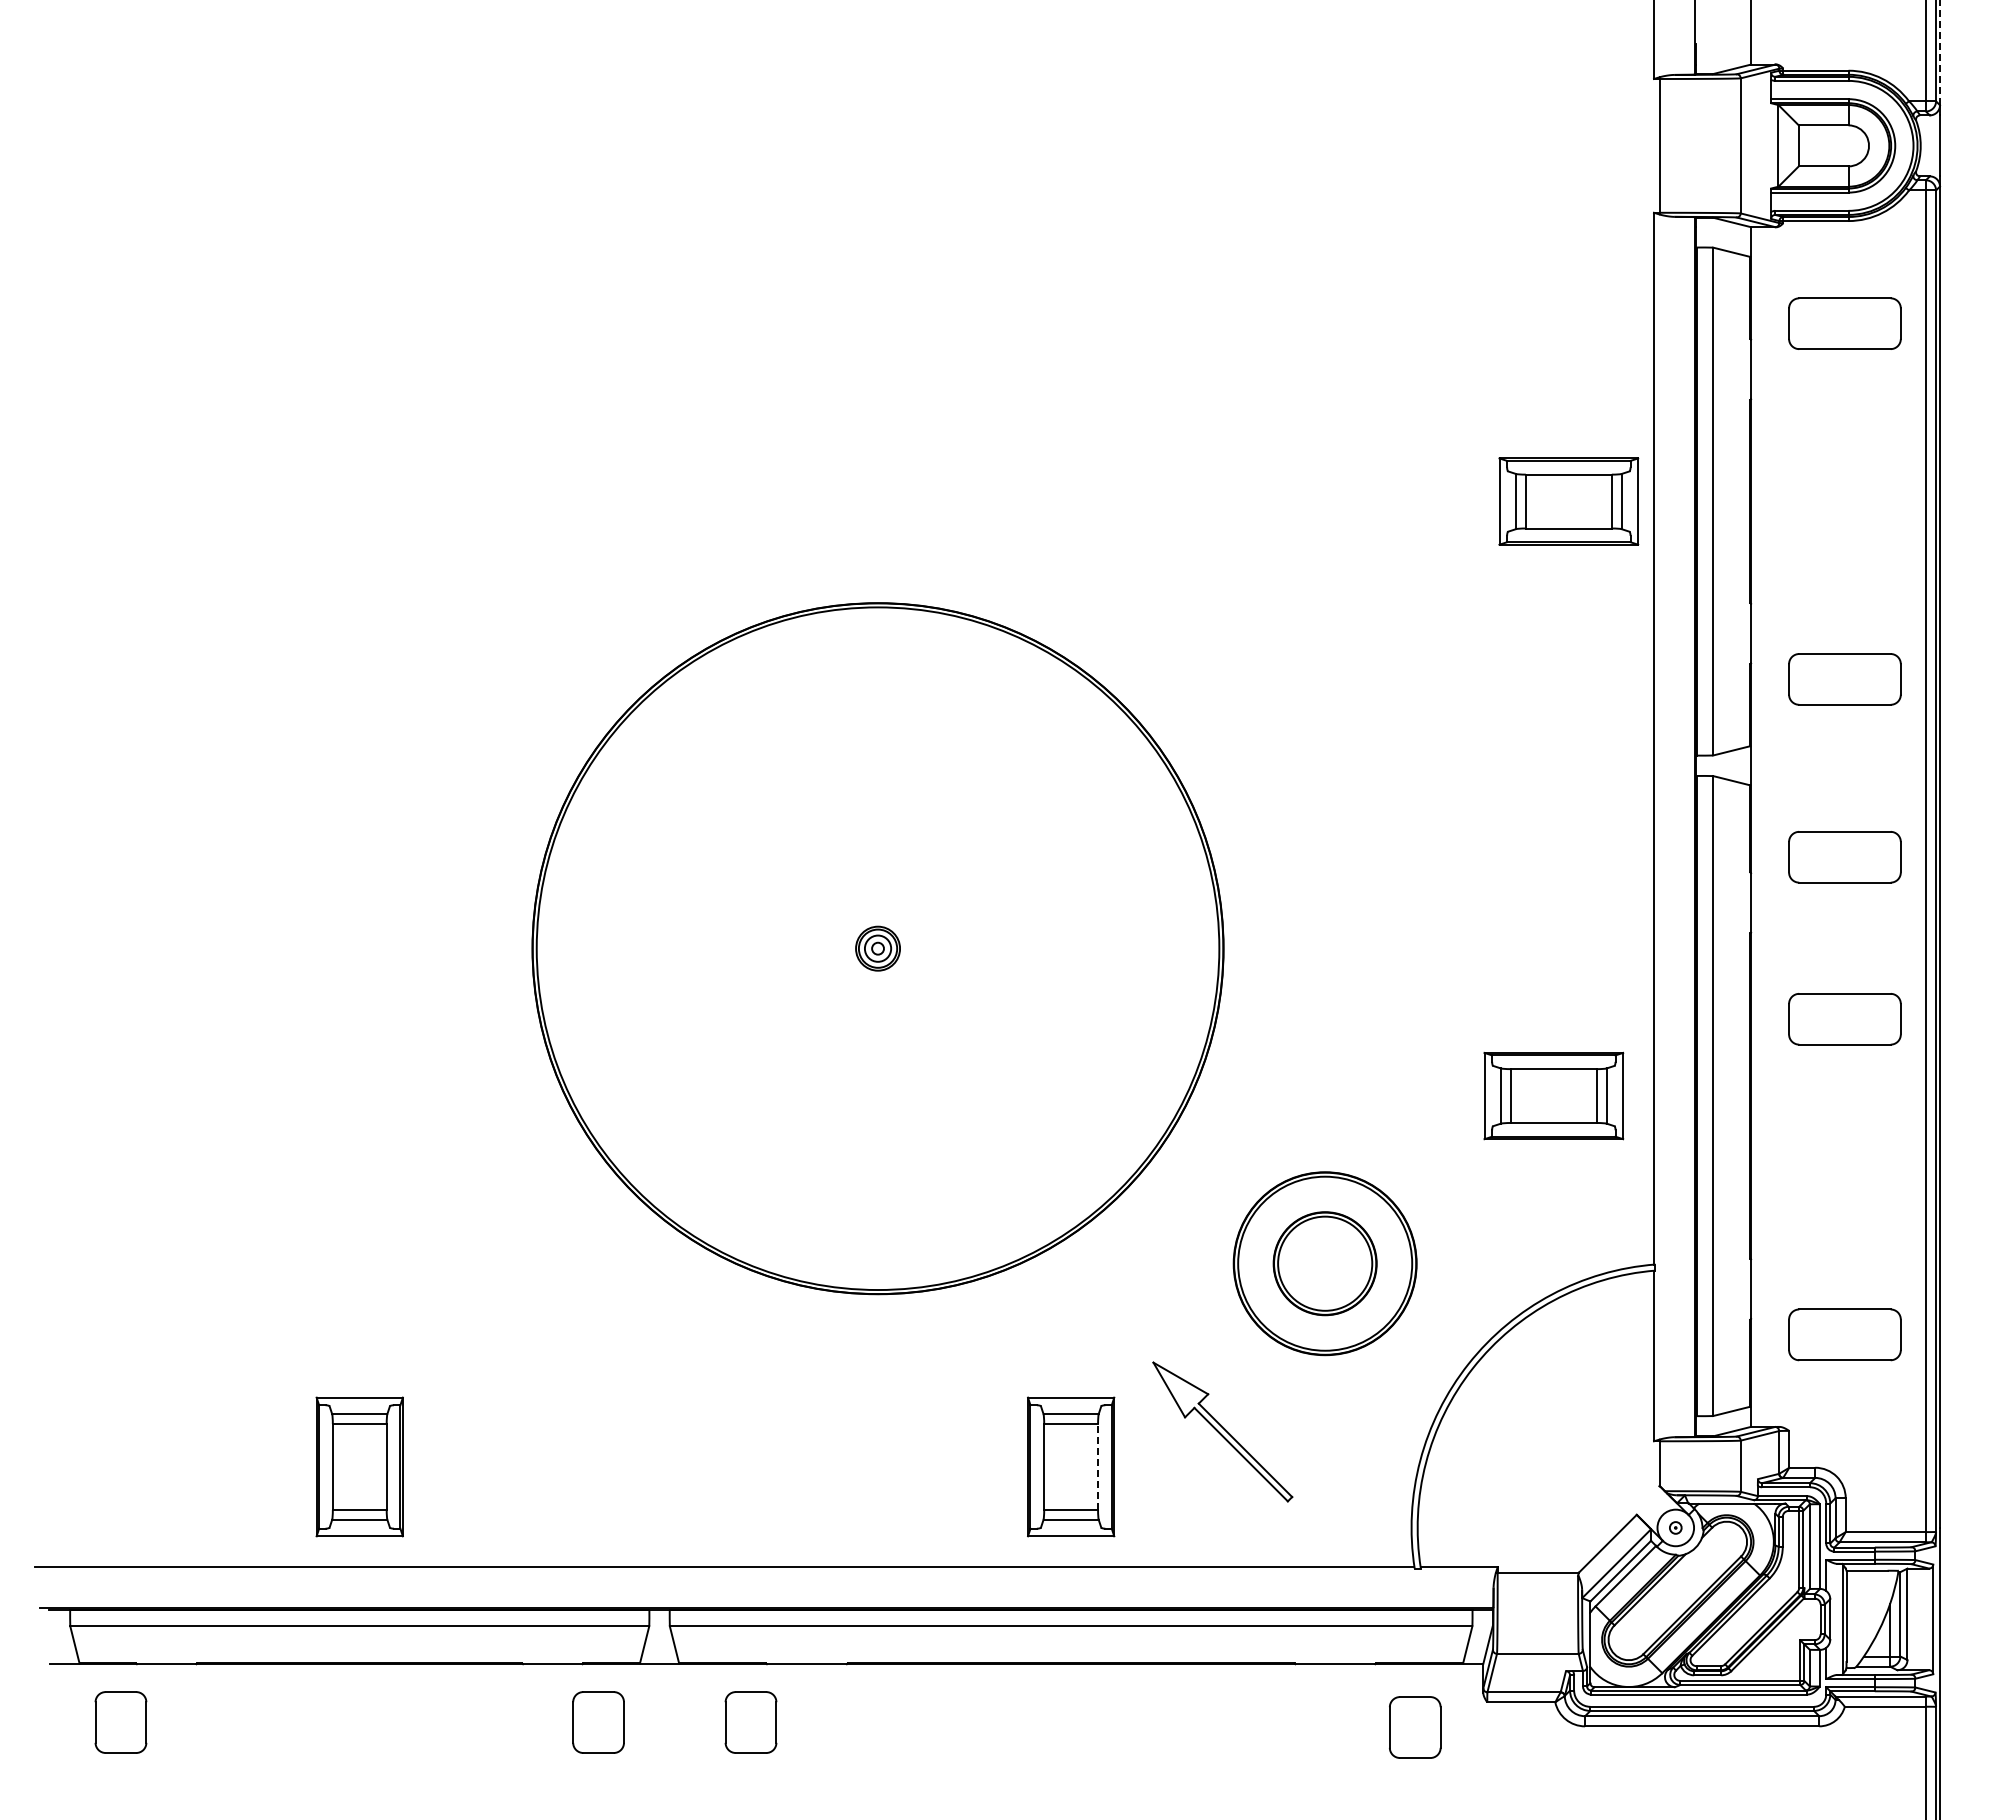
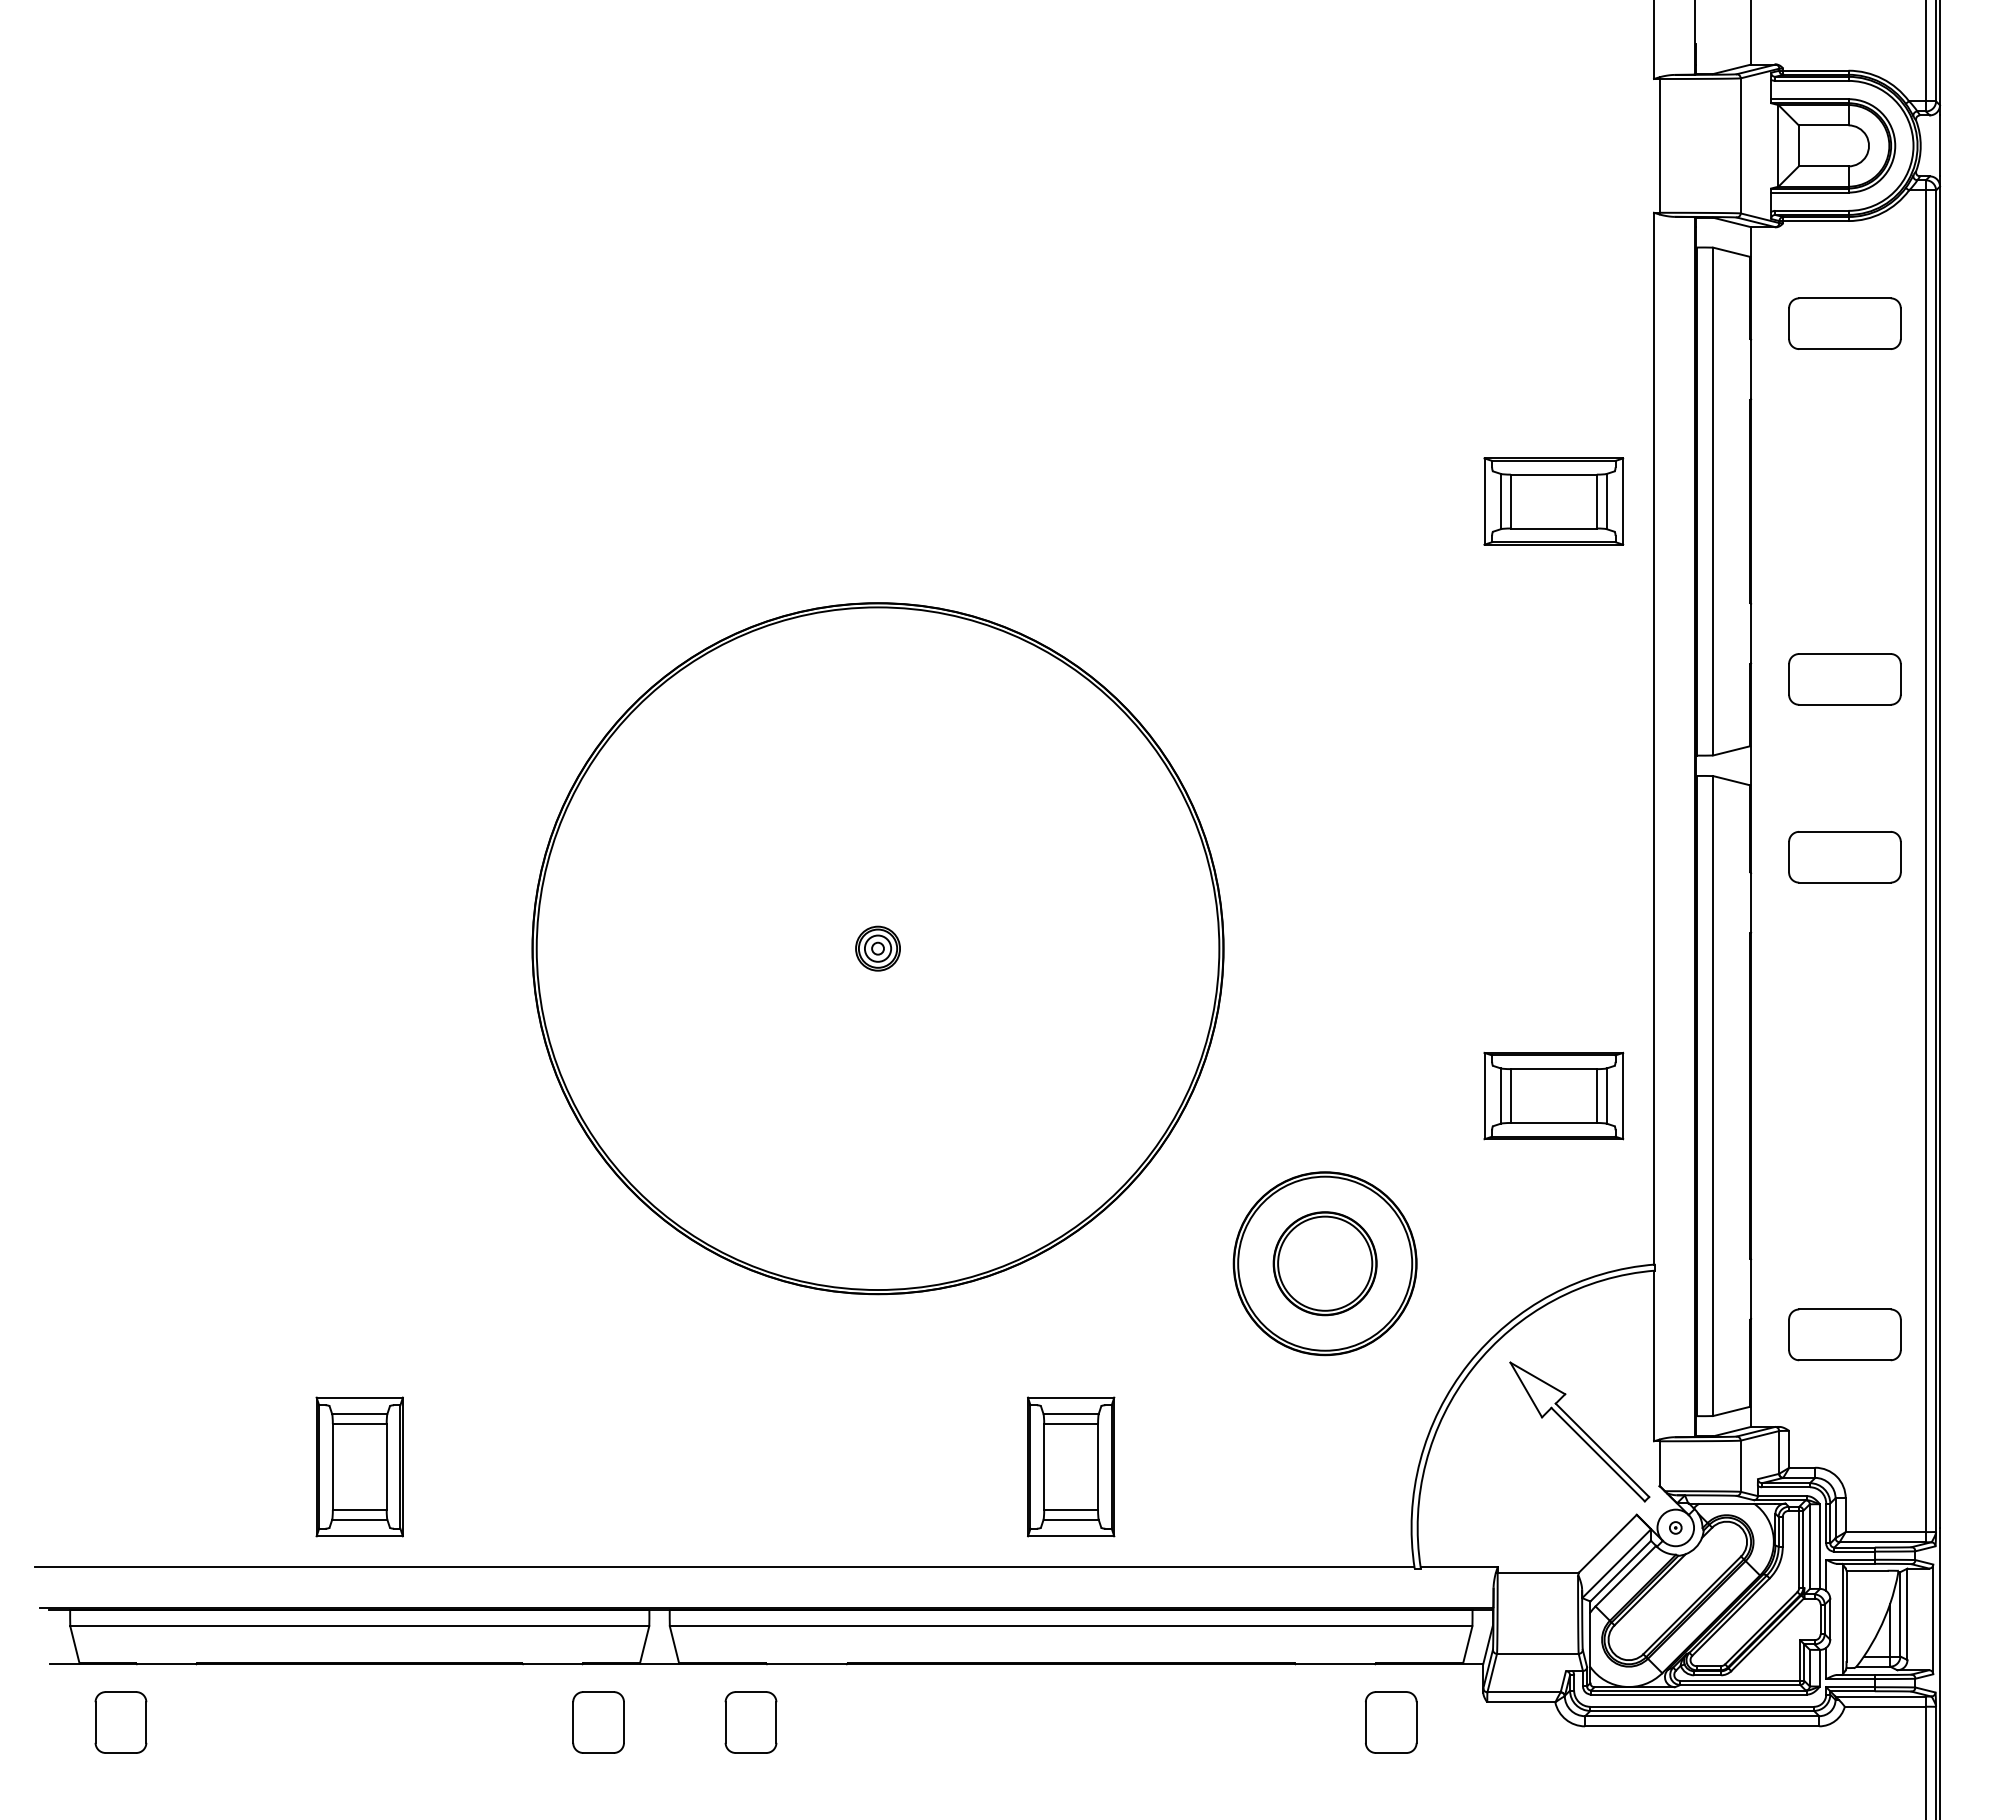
line at (1940, 52): dashed -> solid
part at (1568, 501) position: (1568, 501) -> (1553, 501)
part at (1844, 1019): present -> none
part at (1222, 1431) position: (1222, 1431) -> (1579, 1431)
line at (1098, 1466): dashed -> solid
part at (1415, 1727) position: (1415, 1727) -> (1391, 1722)
